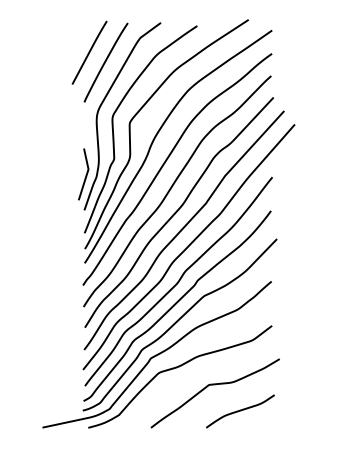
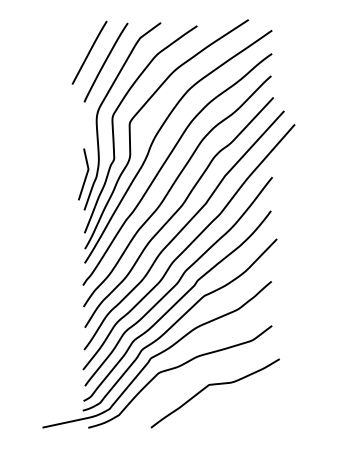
curve at (240, 411): present -> none
